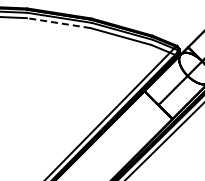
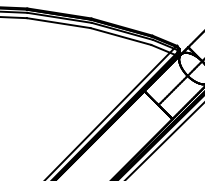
line at (58, 23): dashed -> solid
